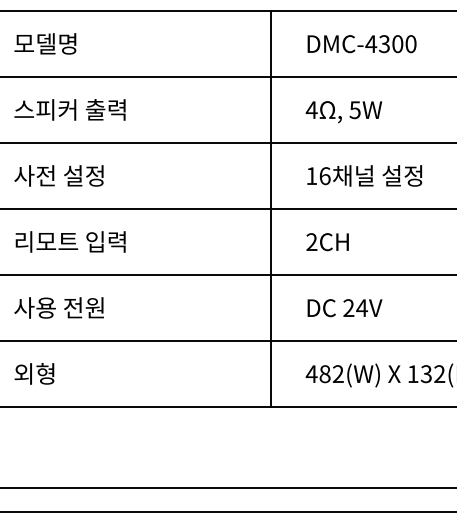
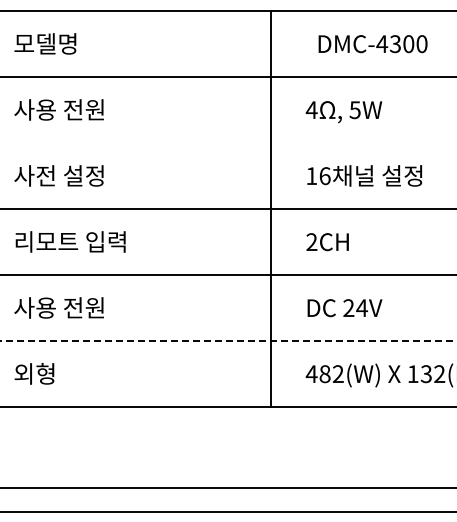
text at (361, 44) position: (361, 44) -> (372, 44)
text at (69, 109): 스피커 출력 -> 사용 전원
line at (227, 143): present -> none
line at (229, 341): solid -> dashed
